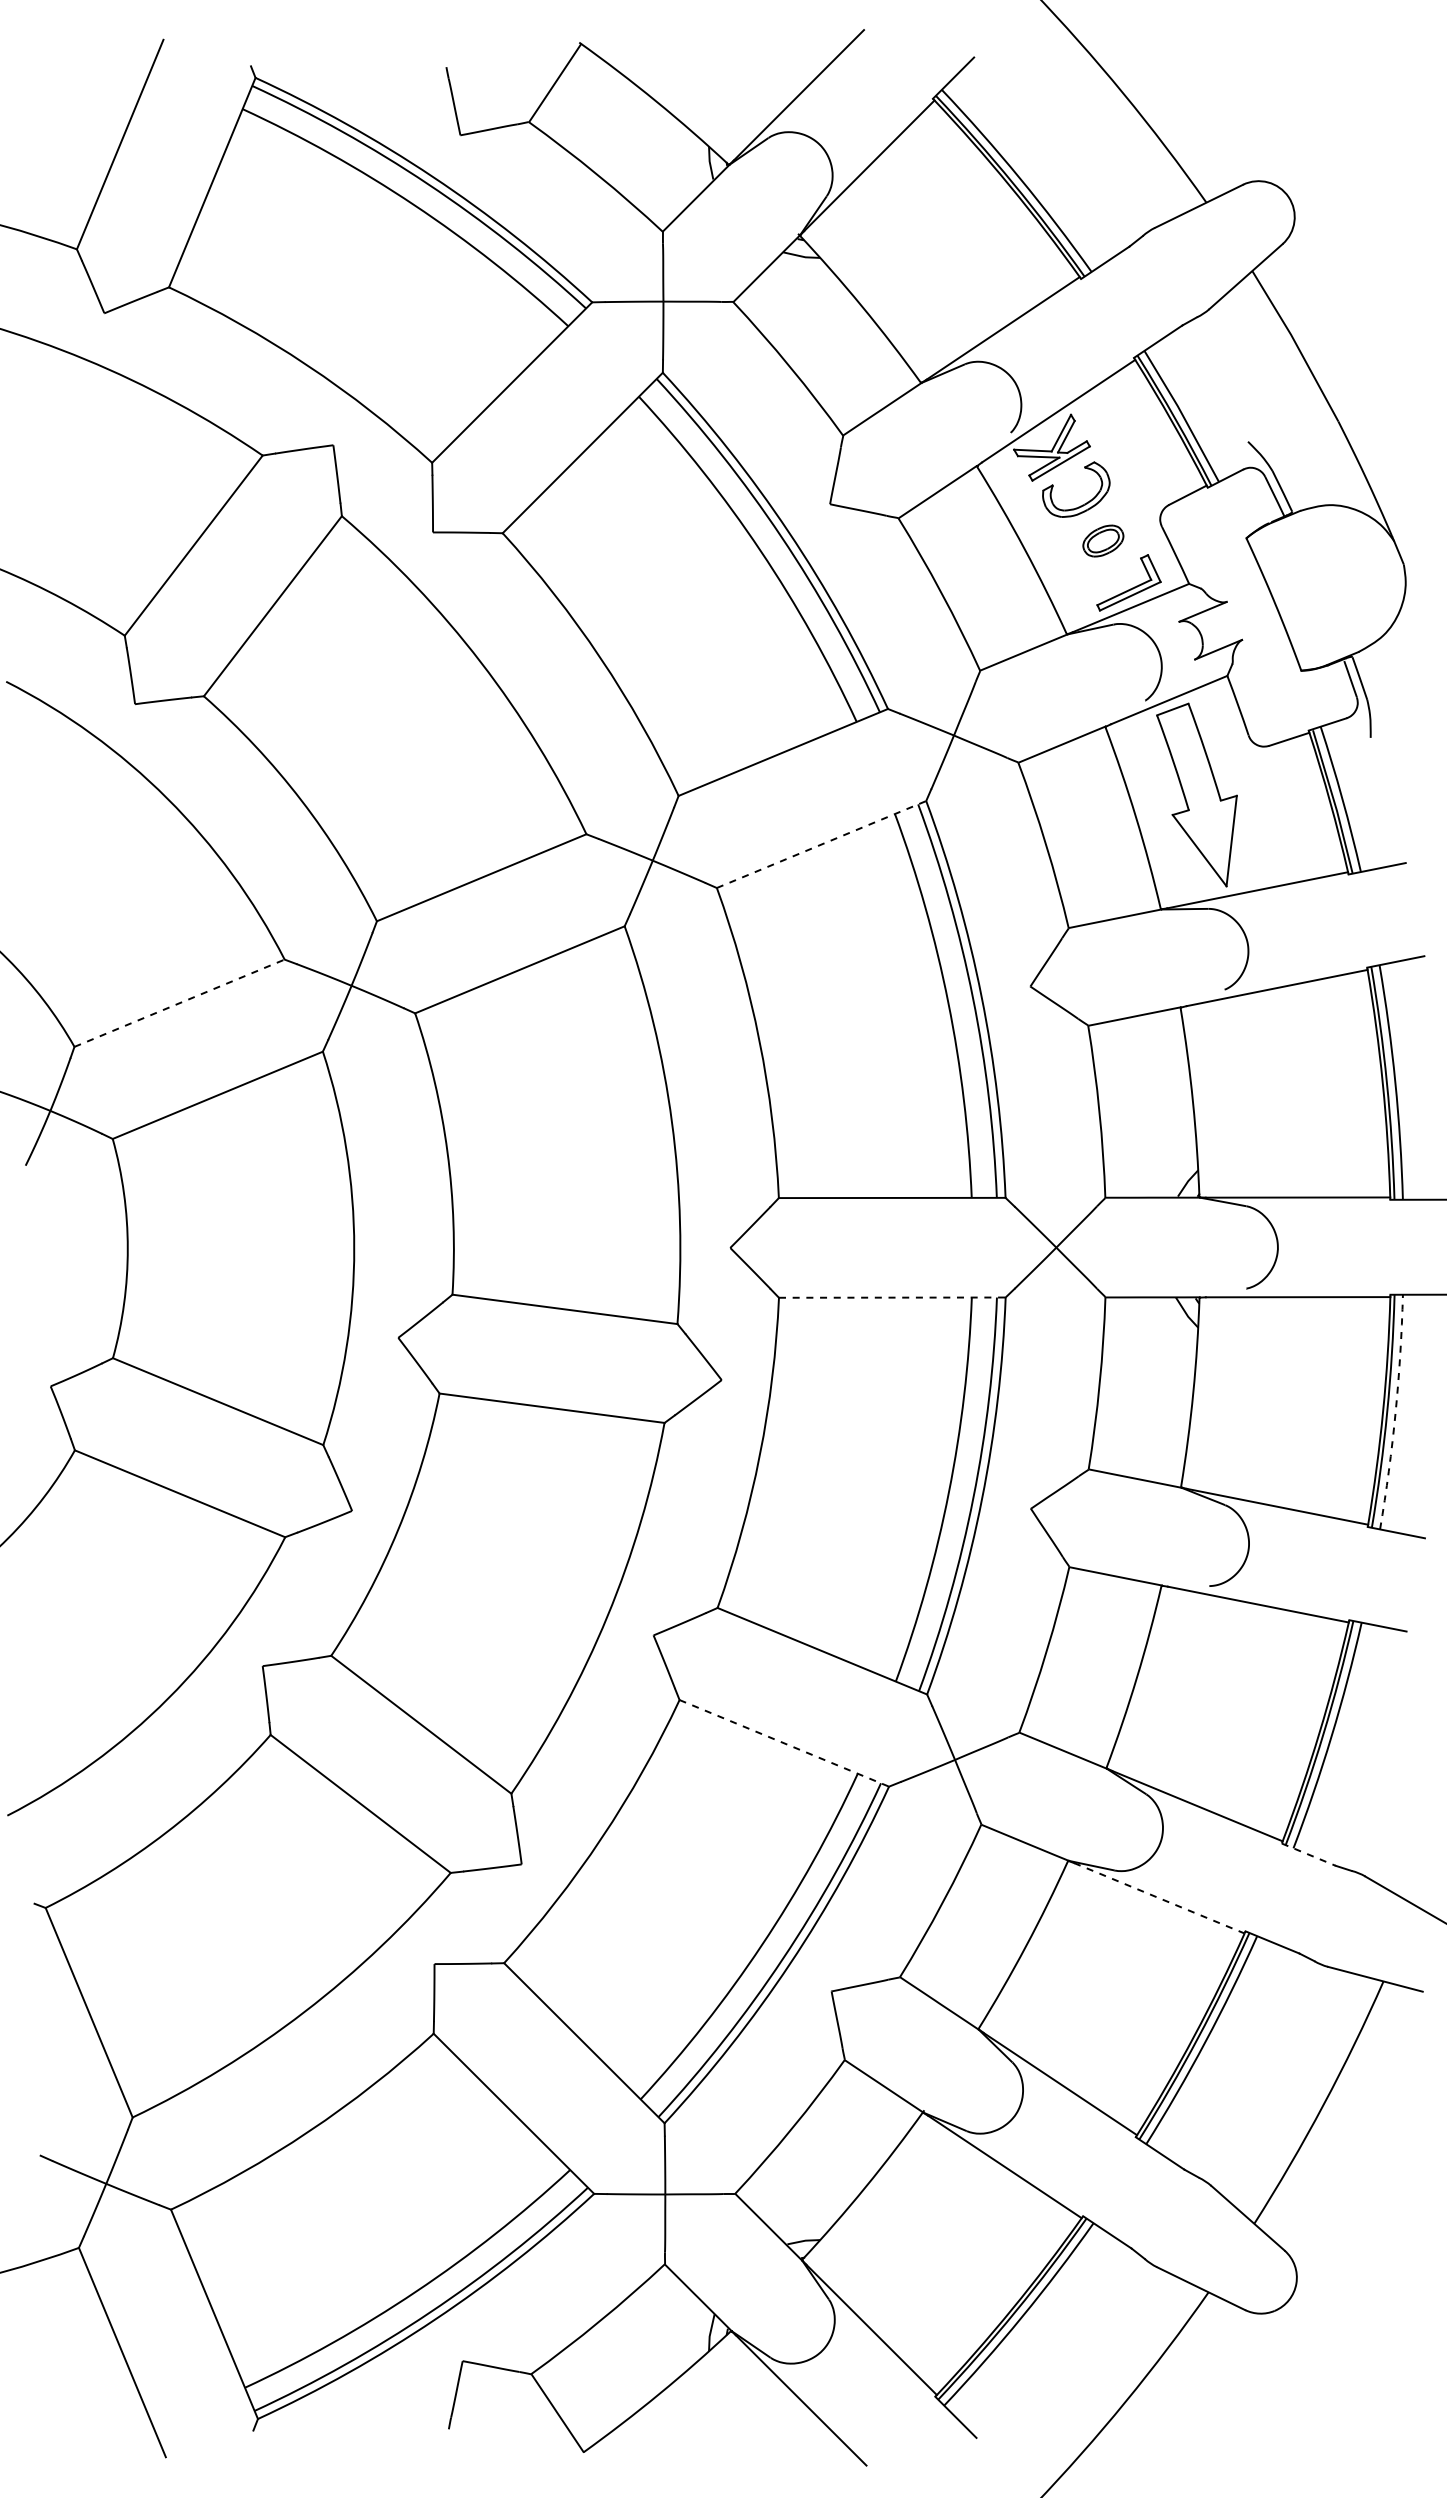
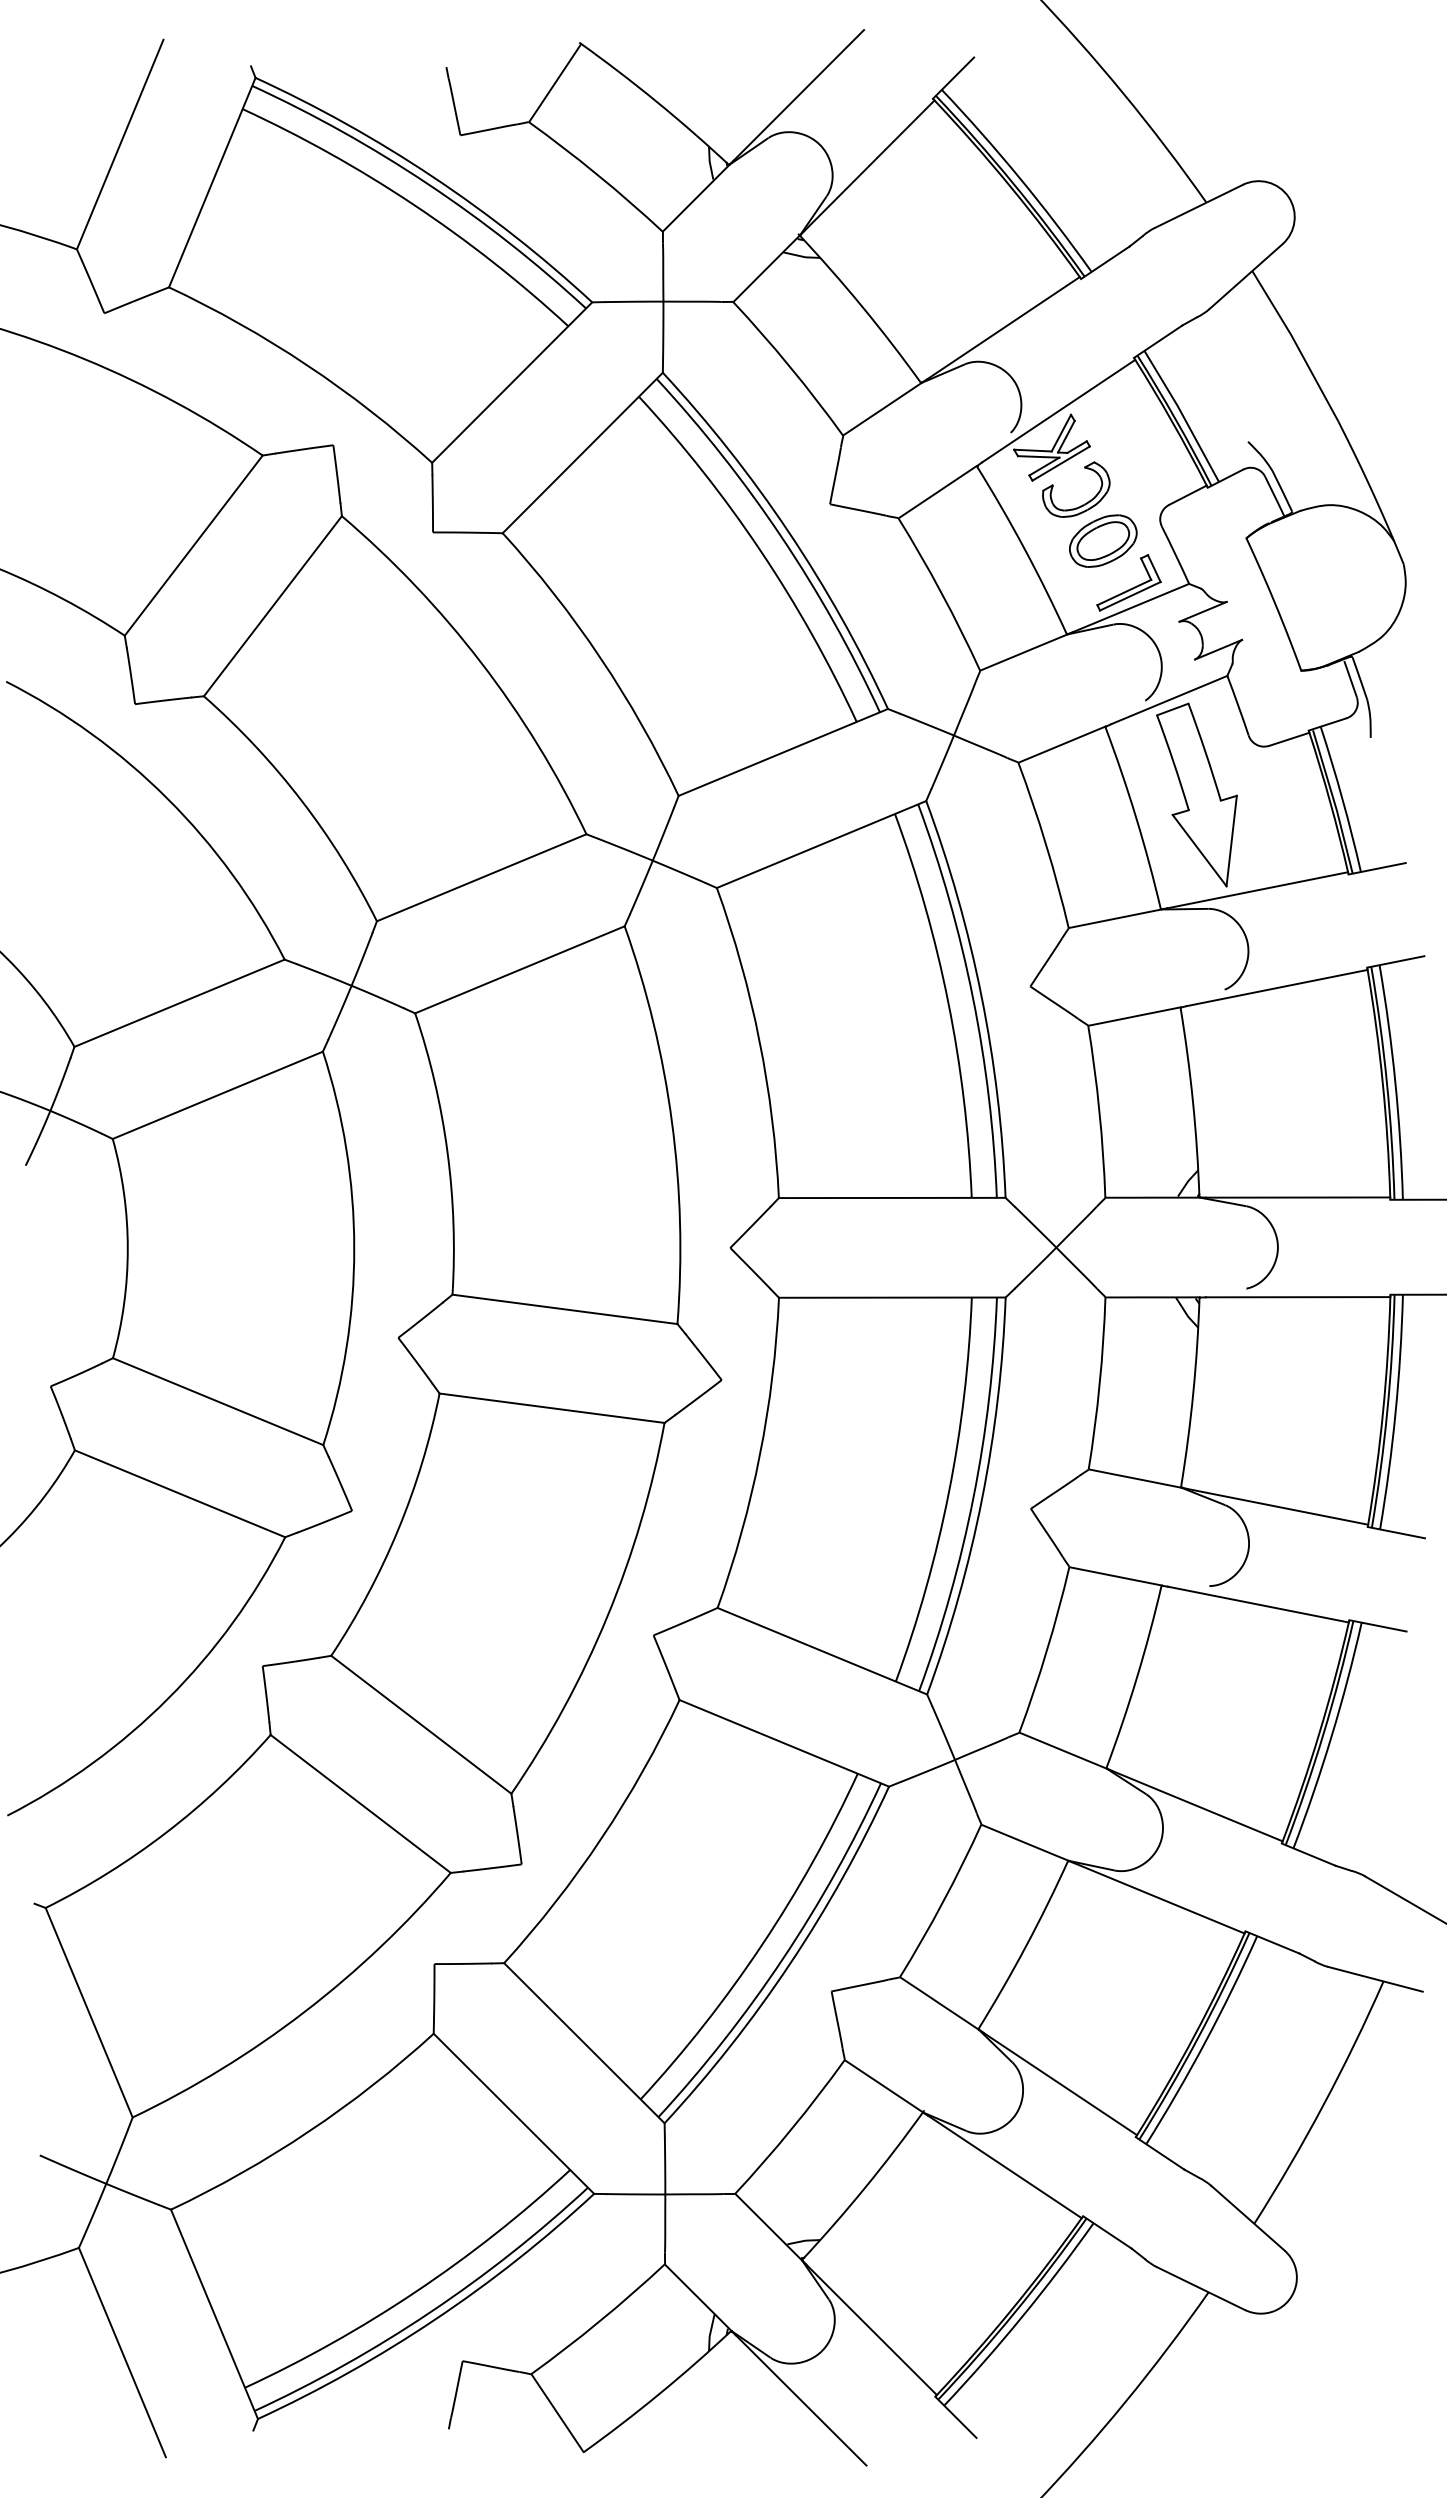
part at (1103, 540) size: 43x34 px -> 69x54 px
line at (822, 844): dashed -> solid
line at (179, 1003): dashed -> solid
line at (892, 1297): dashed -> solid
arc at (1395, 1412): dashed -> solid
line at (784, 1743): dashed -> solid
line at (1309, 1854): dashed -> solid
line at (1159, 1898): dashed -> solid
